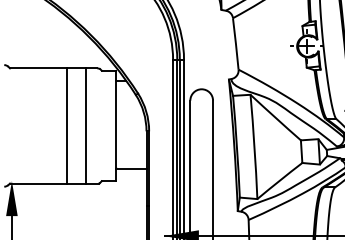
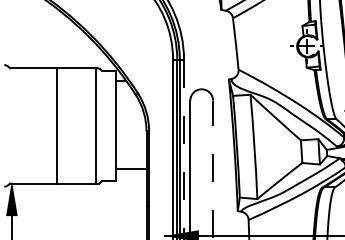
line at (66, 125) position: (66, 125) -> (56, 125)
line at (86, 125) position: (86, 125) -> (96, 125)
line at (184, 149): solid -> dashed
line at (213, 169): solid -> dashed
